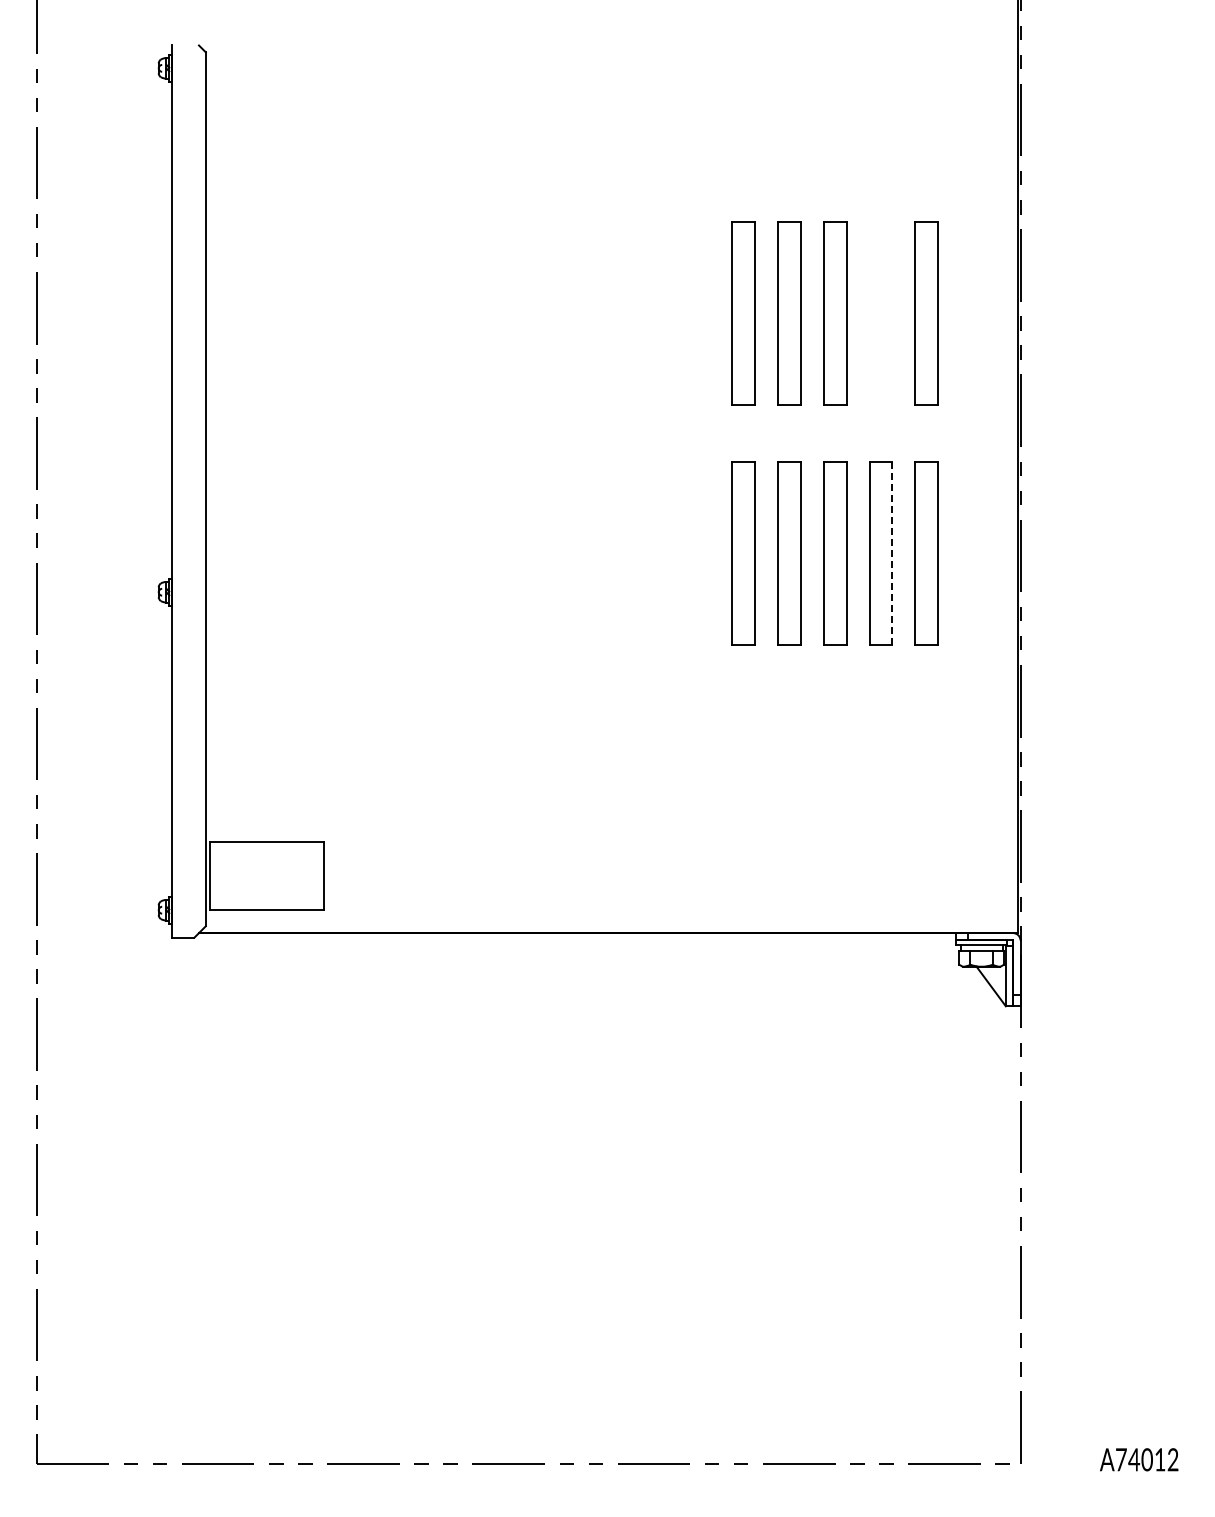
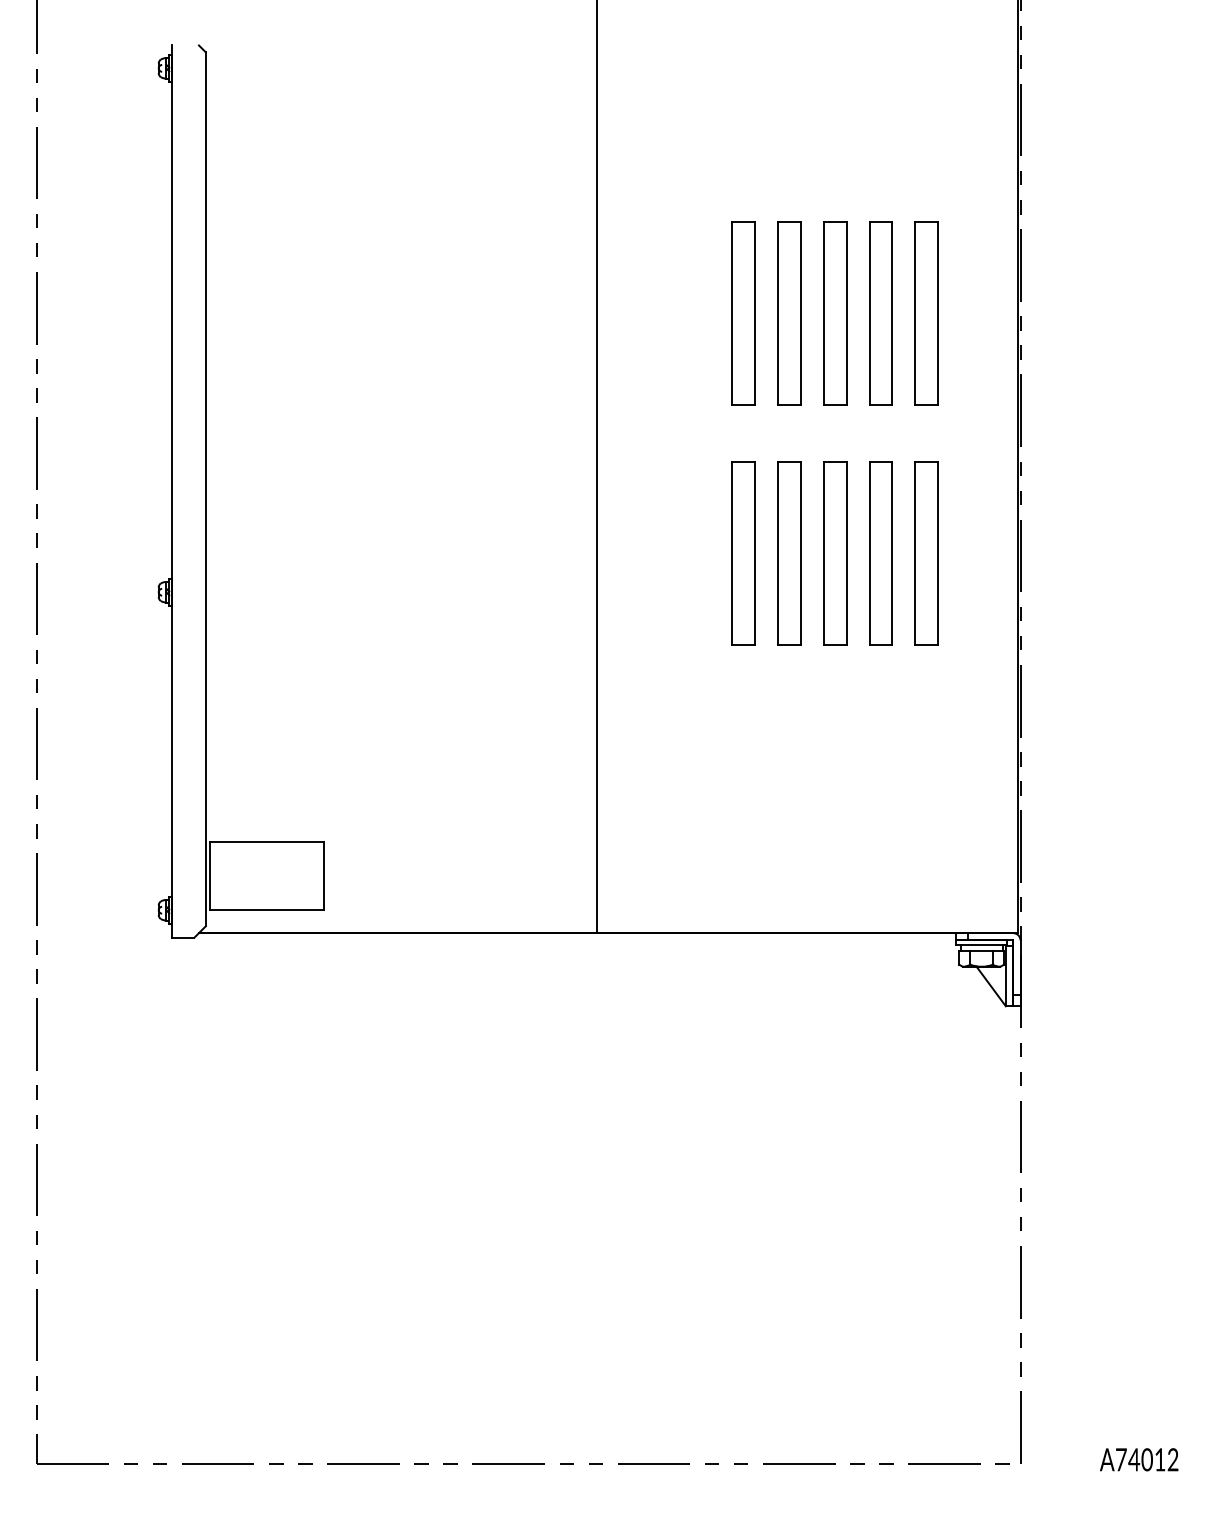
part at (880, 313): none -> present
line at (597, 467): none -> present
line at (892, 553): dashed -> solid
